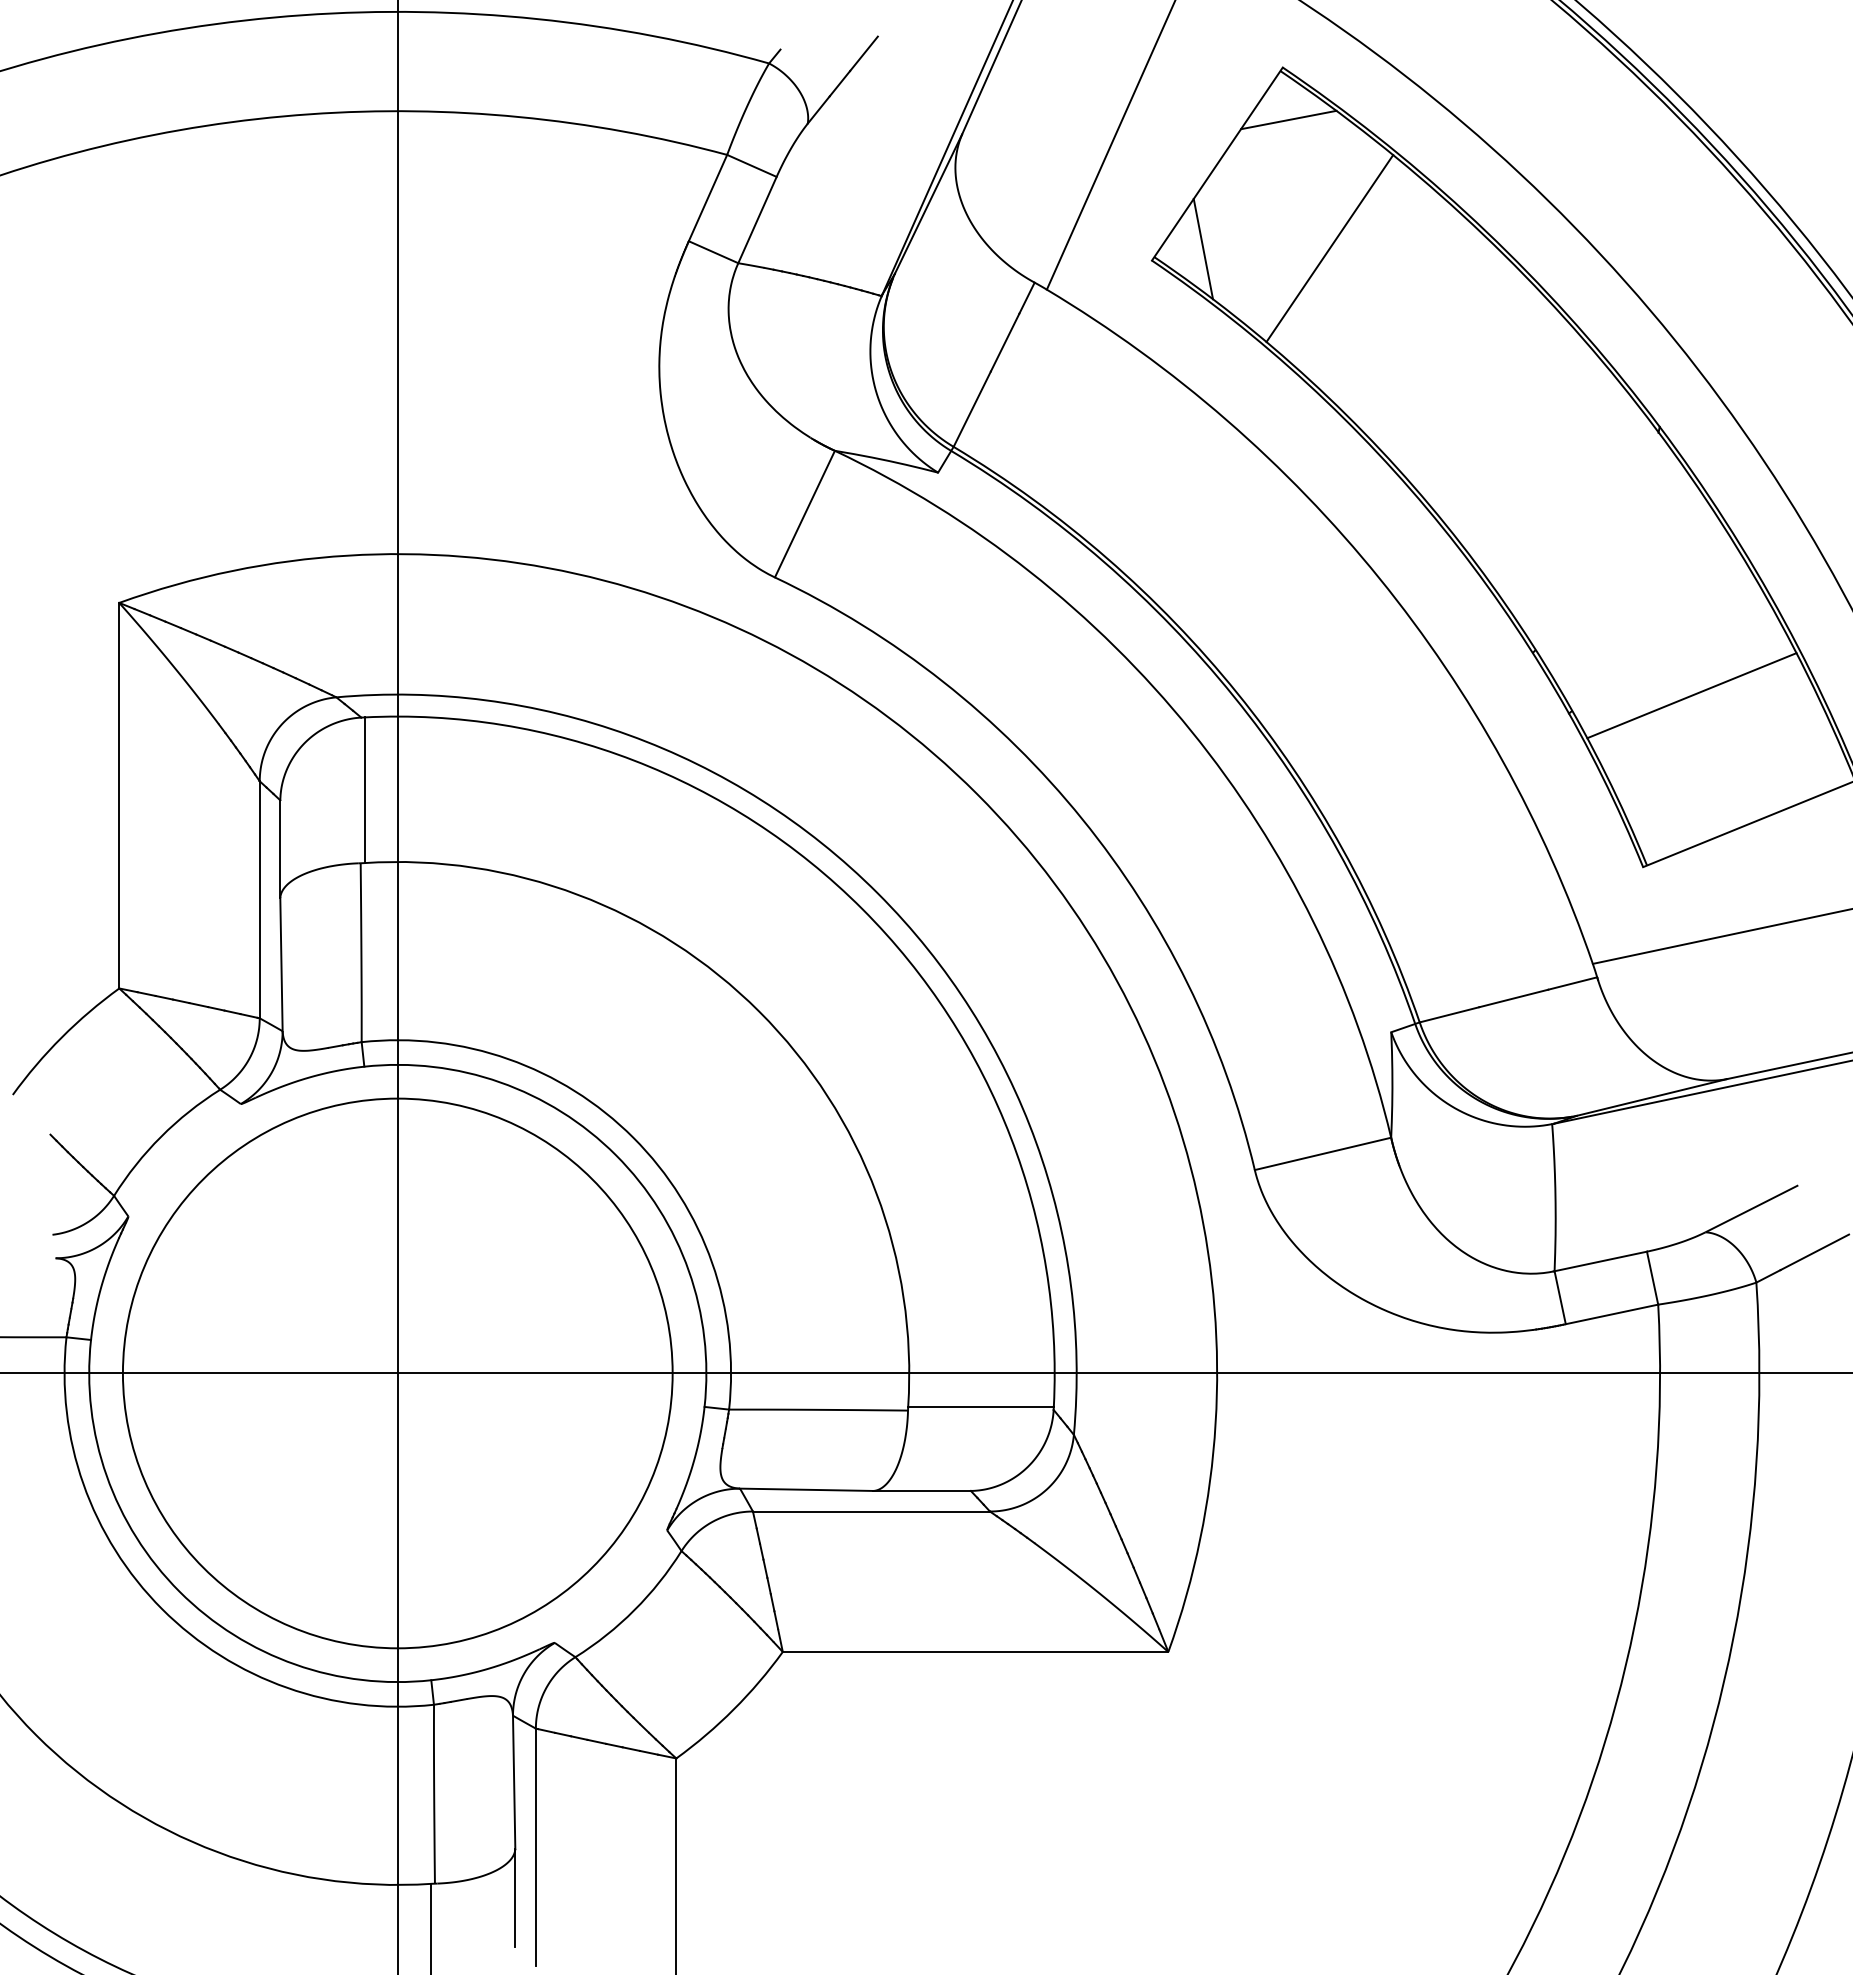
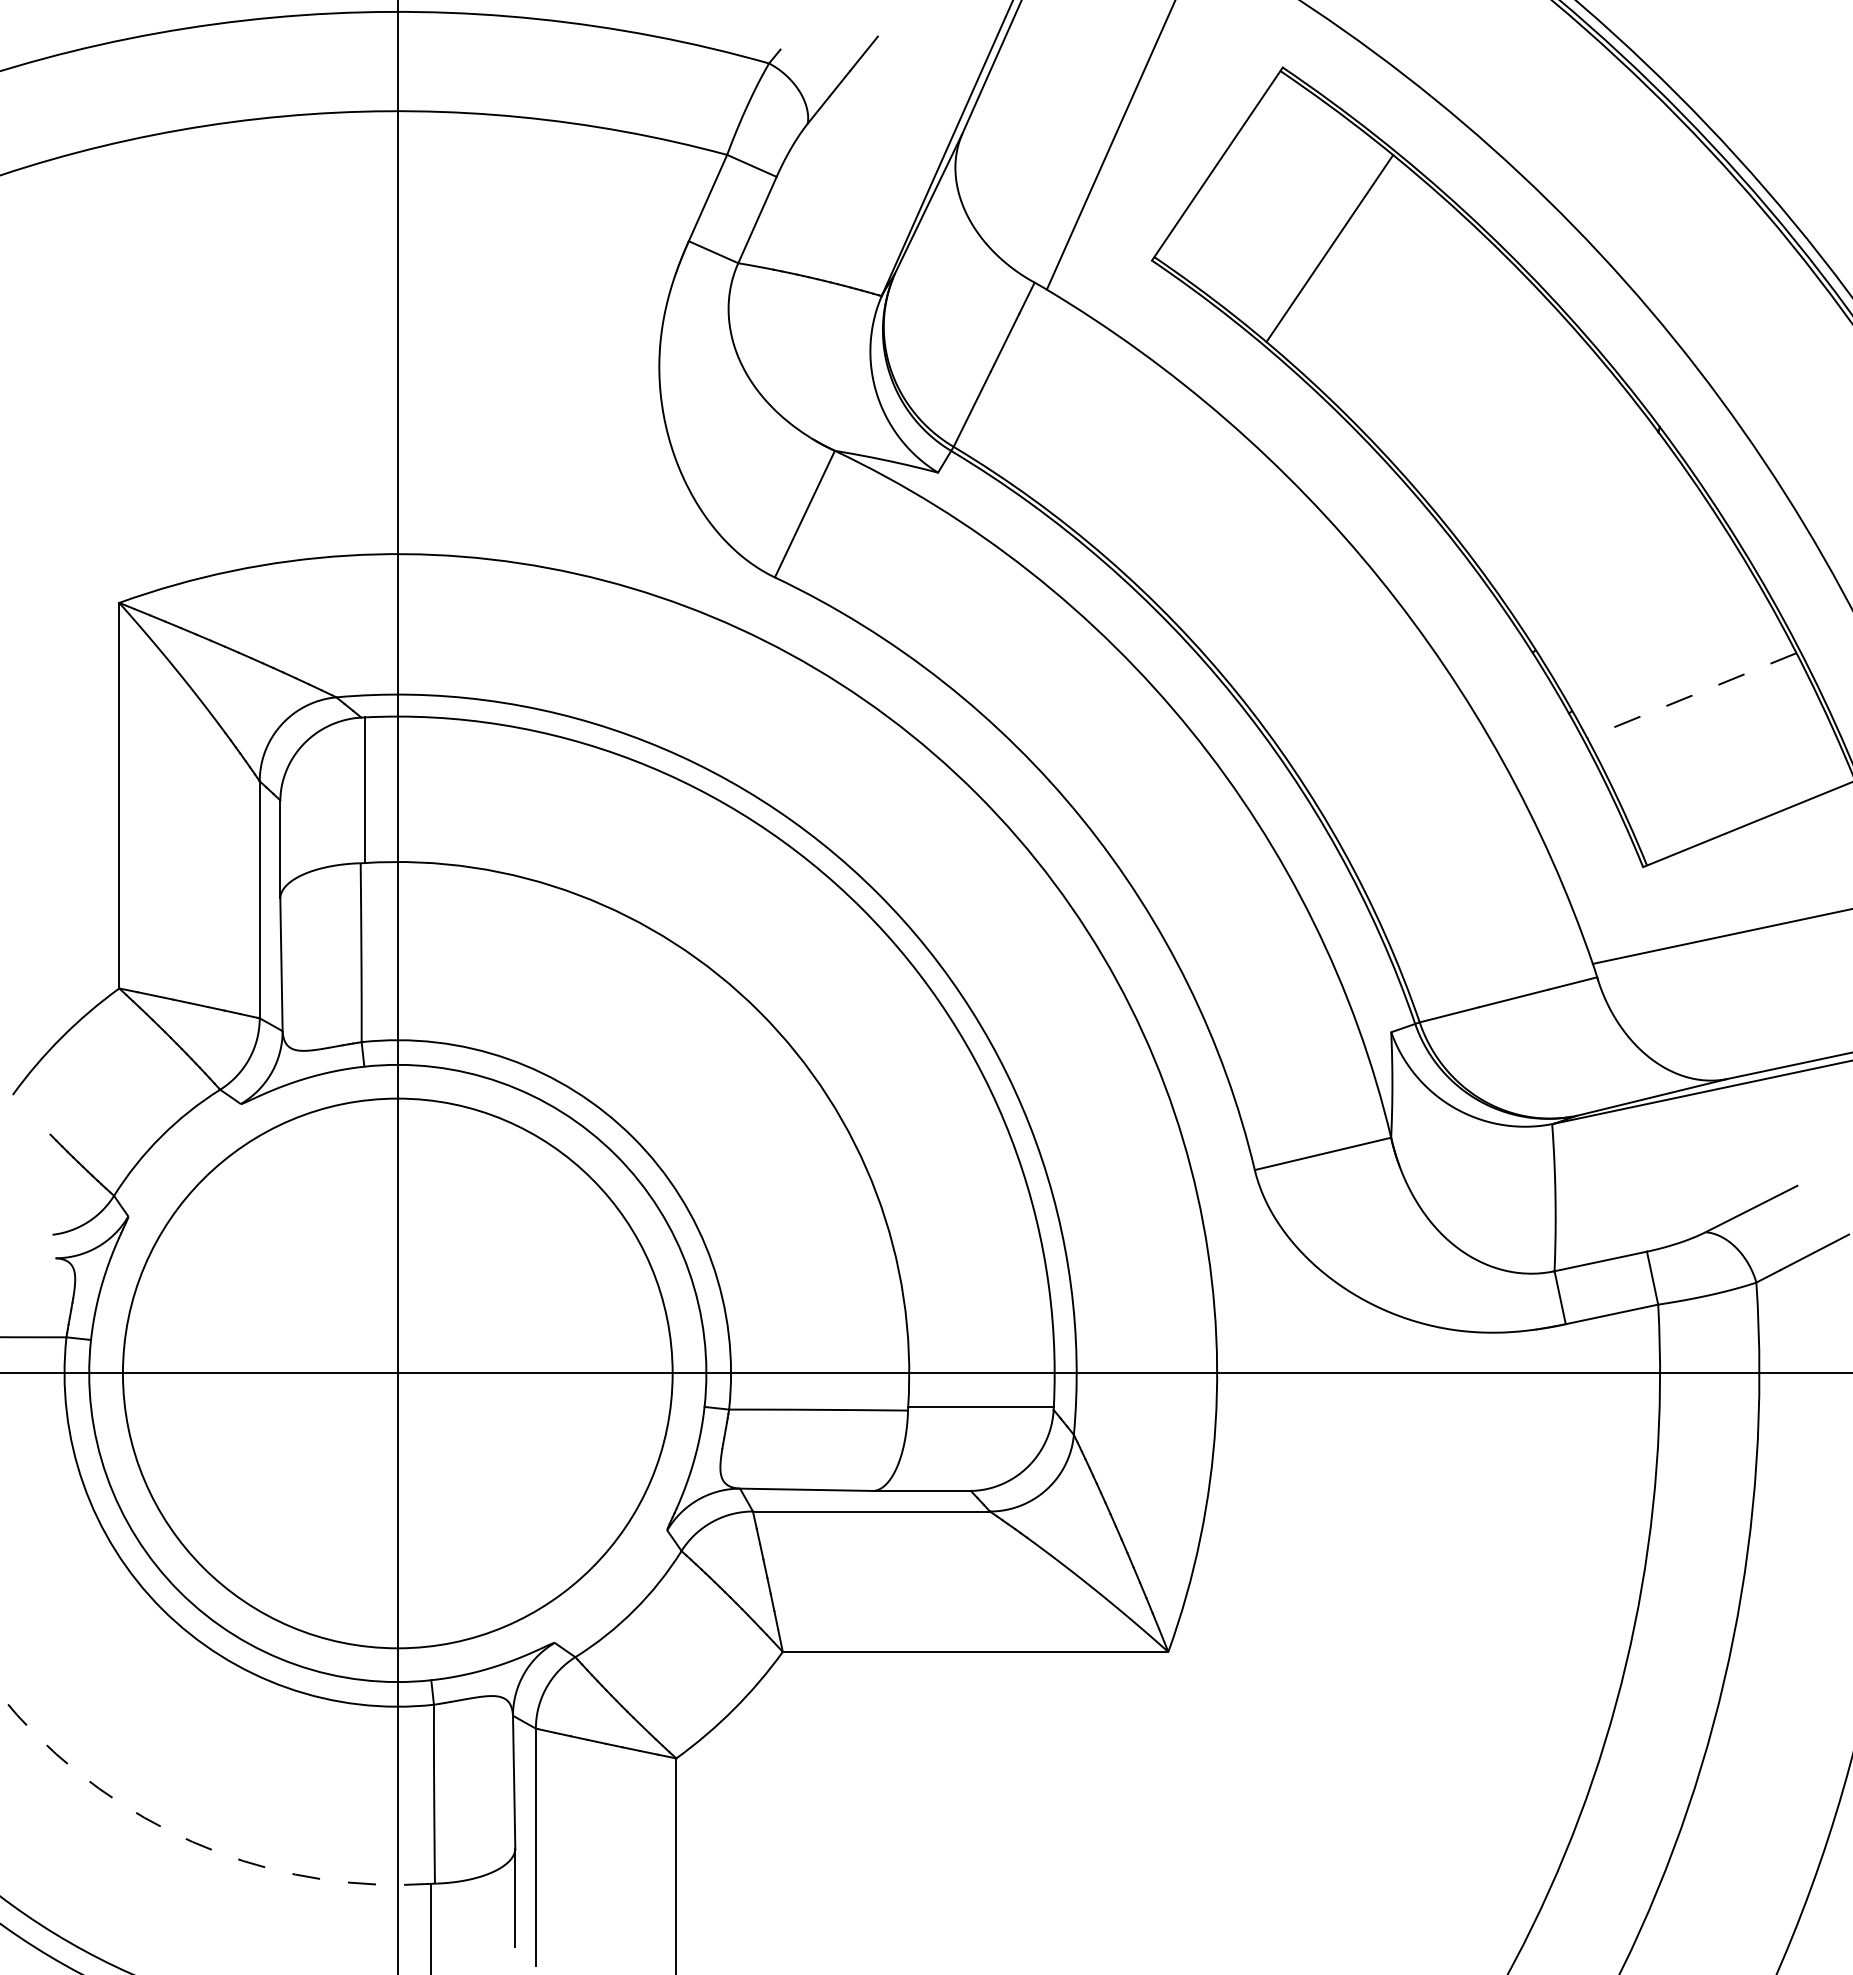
line at (1288, 119): present -> none
line at (1203, 248): present -> none
line at (1691, 695): solid -> dashed
arc at (192, 1841): solid -> dashed
